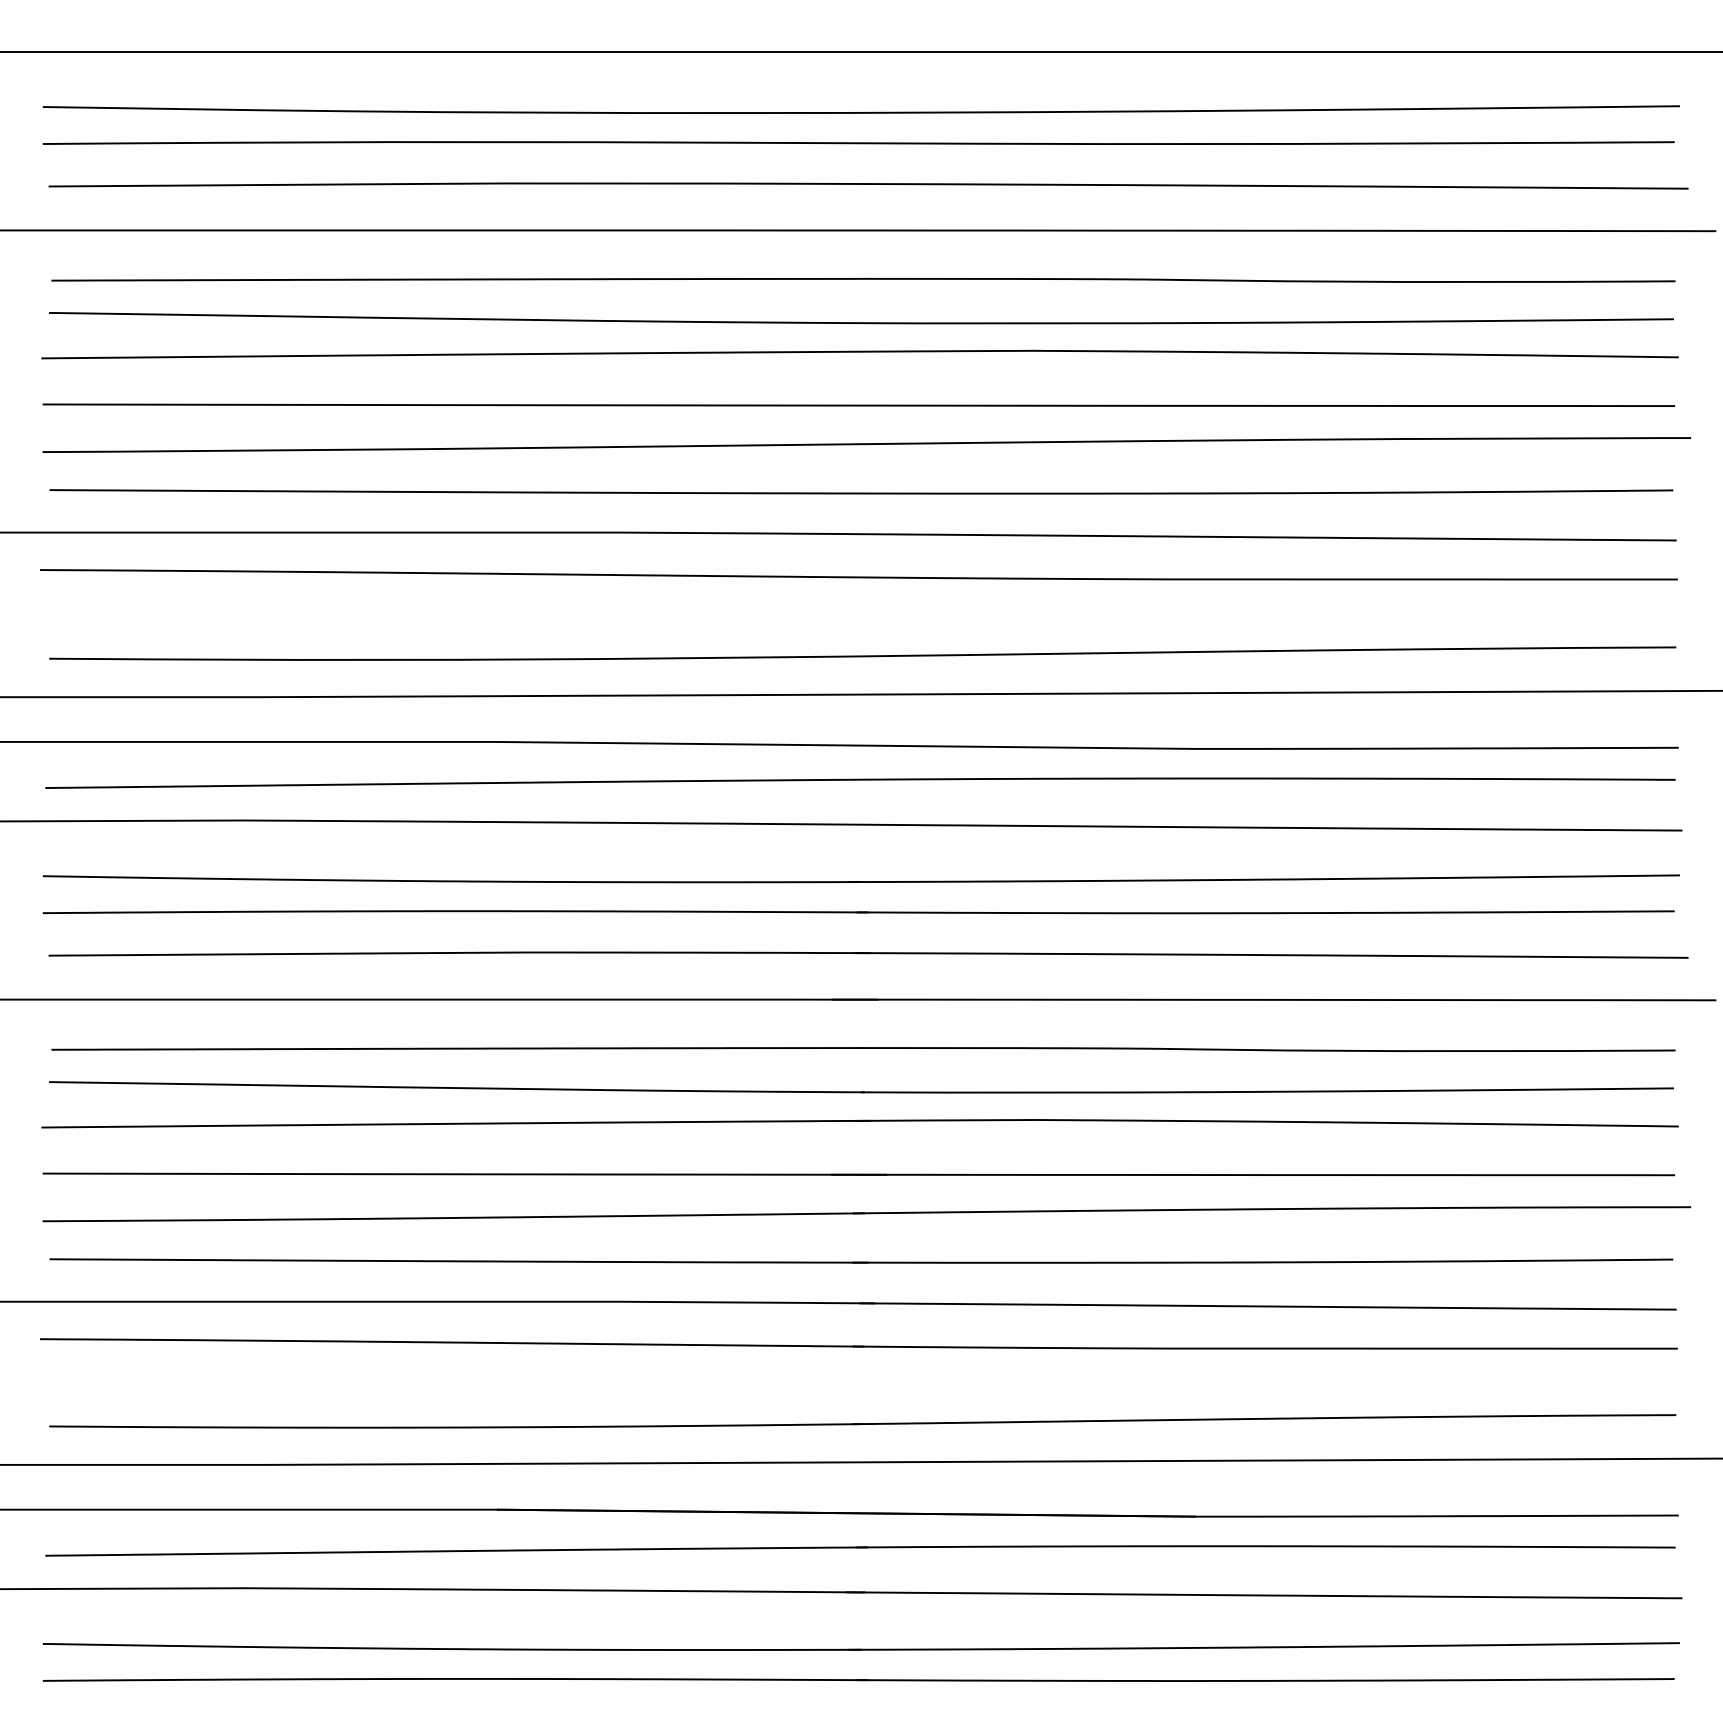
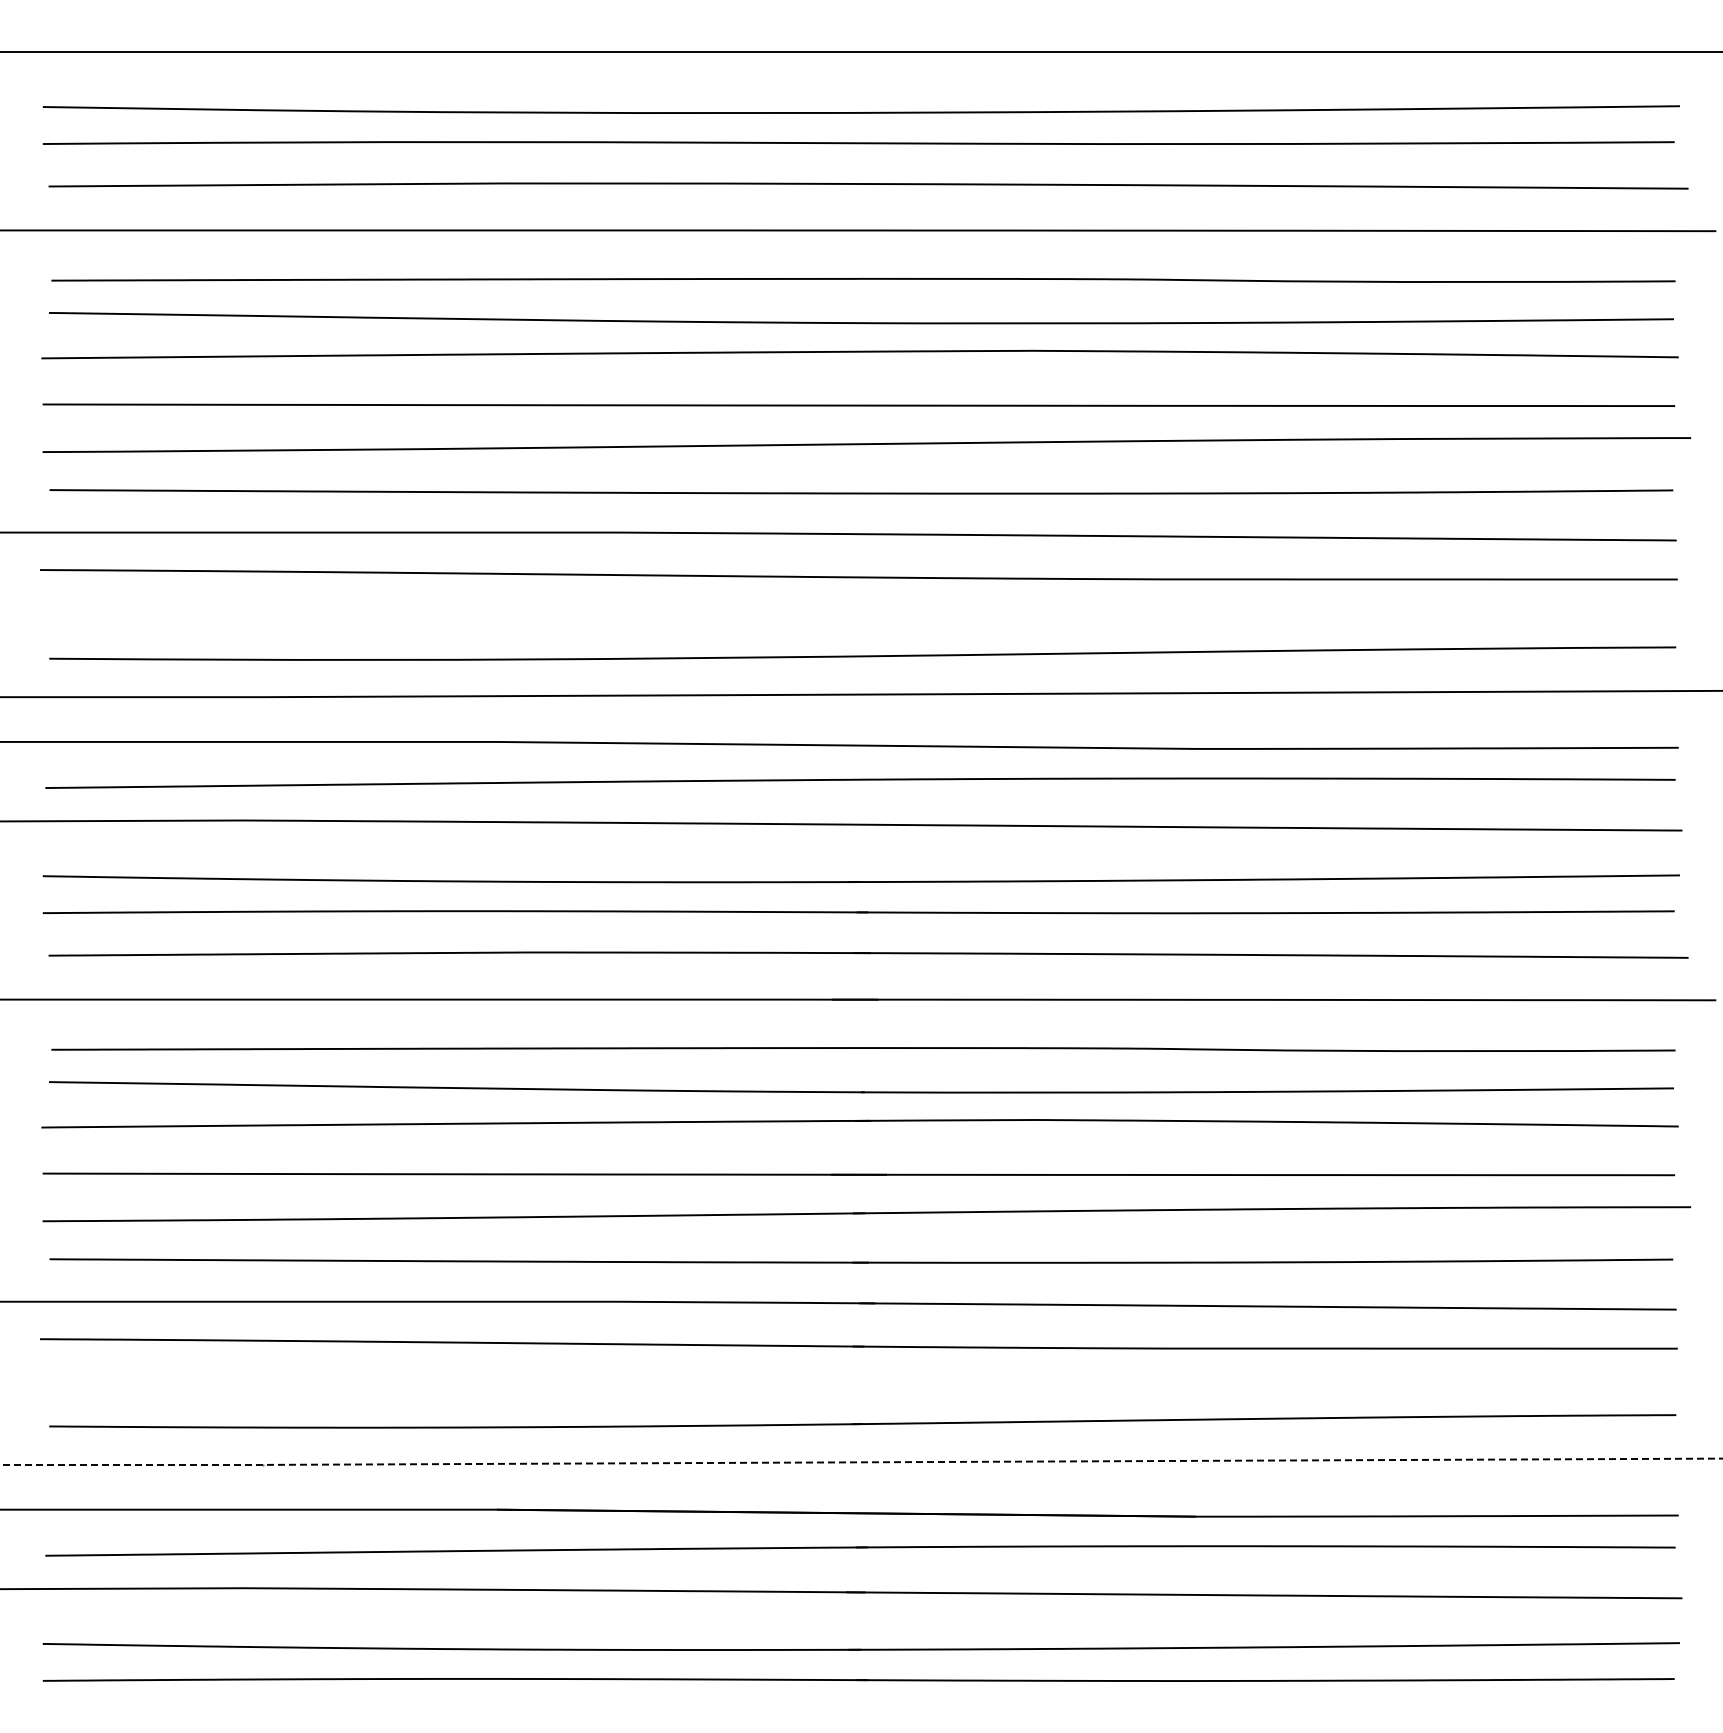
line at (861, 1462): solid -> dashed
